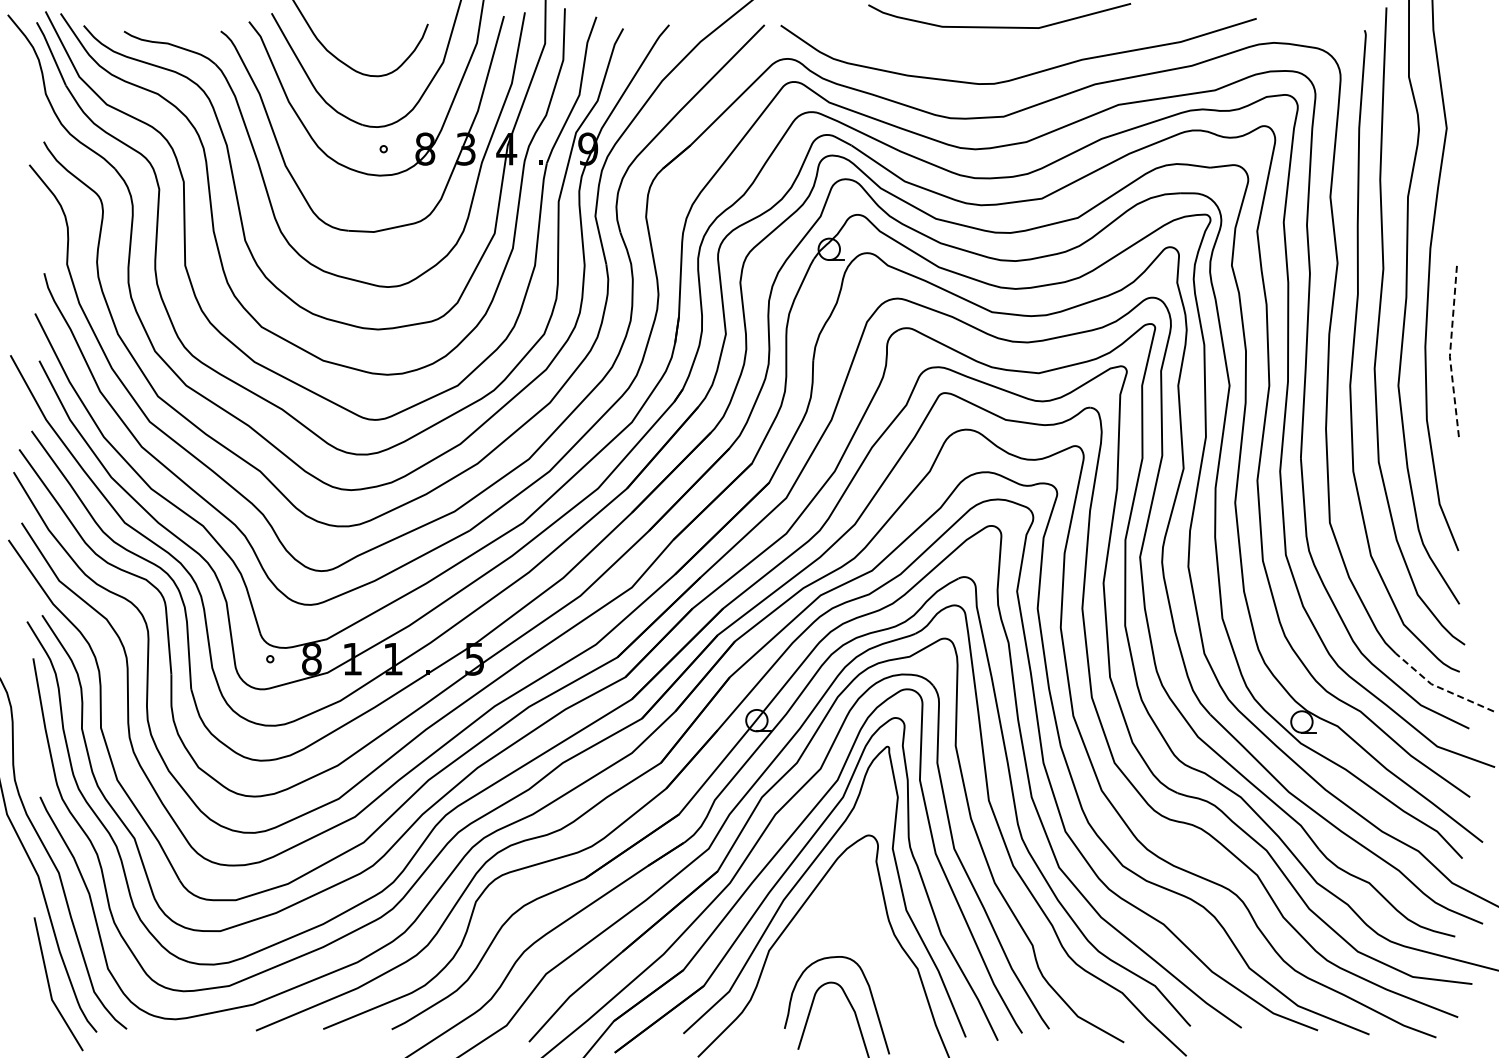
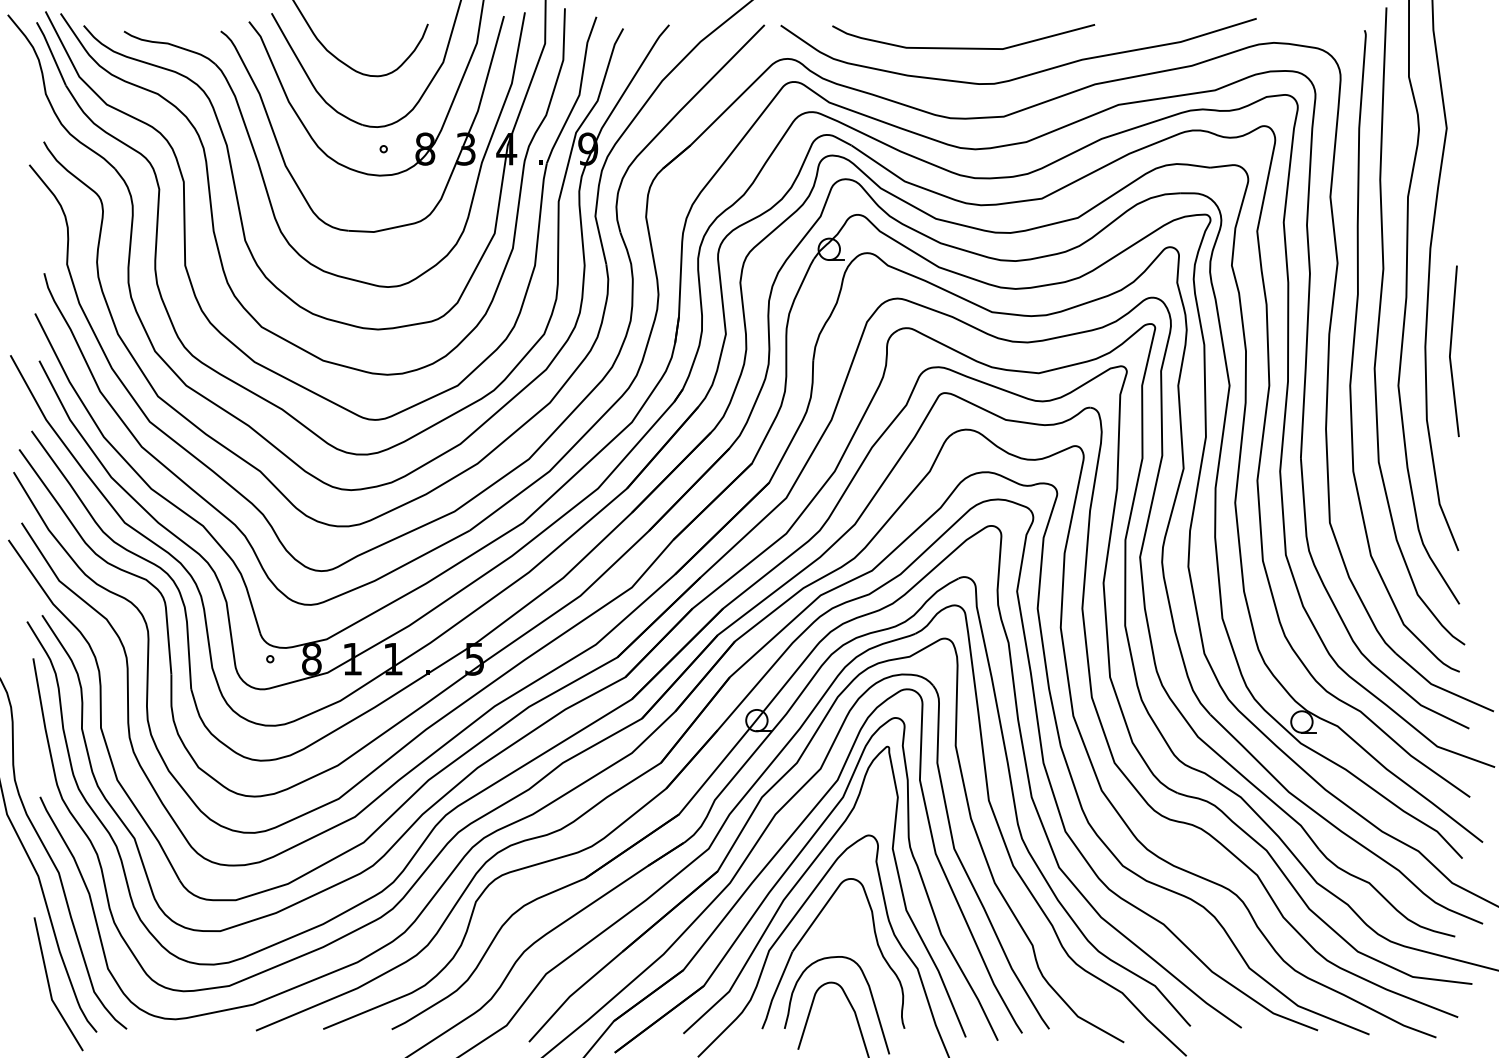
curve at (999, 26) position: (999, 26) -> (963, 47)
line at (1450, 351): dashed -> solid
line at (1440, 688): dashed -> solid
part at (805, 935): none -> present
